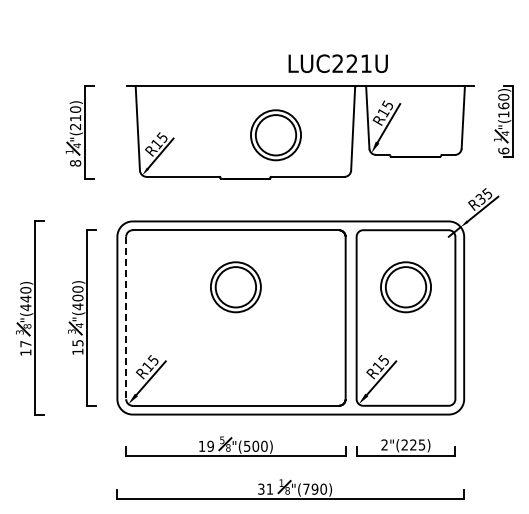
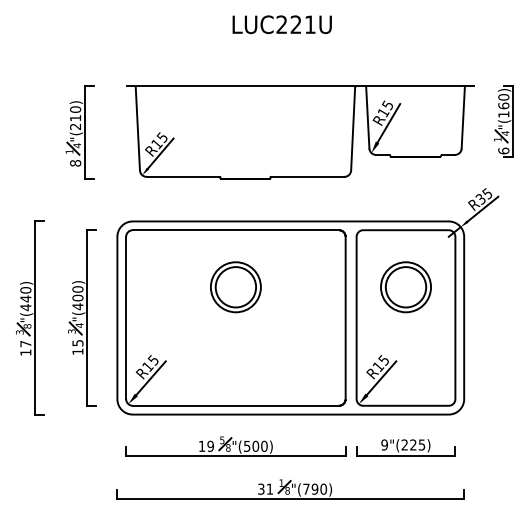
text at (337, 63) position: (337, 63) -> (281, 24)
part at (275, 135): present -> none
line at (126, 318): dashed -> solid
text at (384, 444): 2"(225) -> 9"(225)
